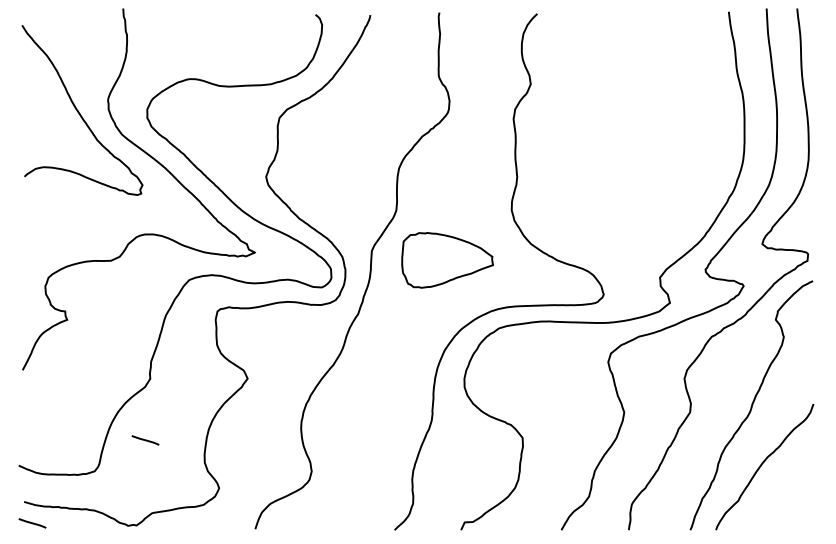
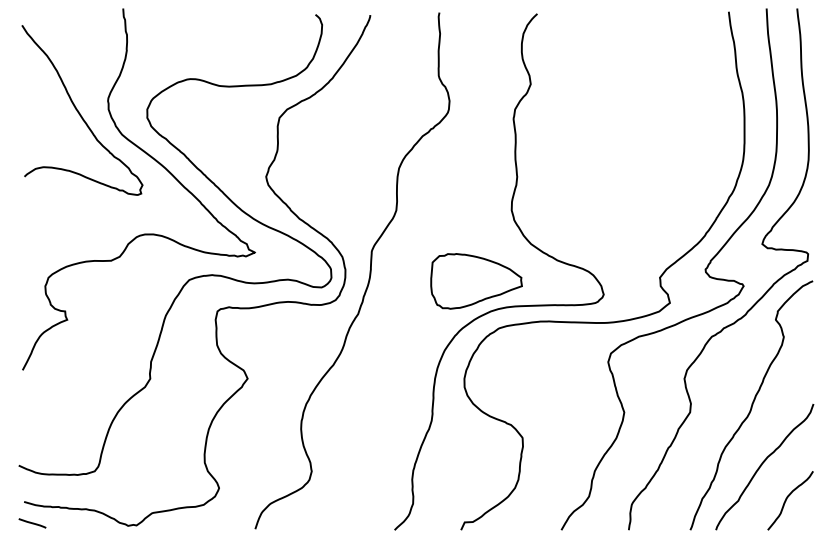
part at (447, 260) position: (447, 260) -> (476, 281)
line at (145, 440): present -> none
curve at (787, 499): none -> present
